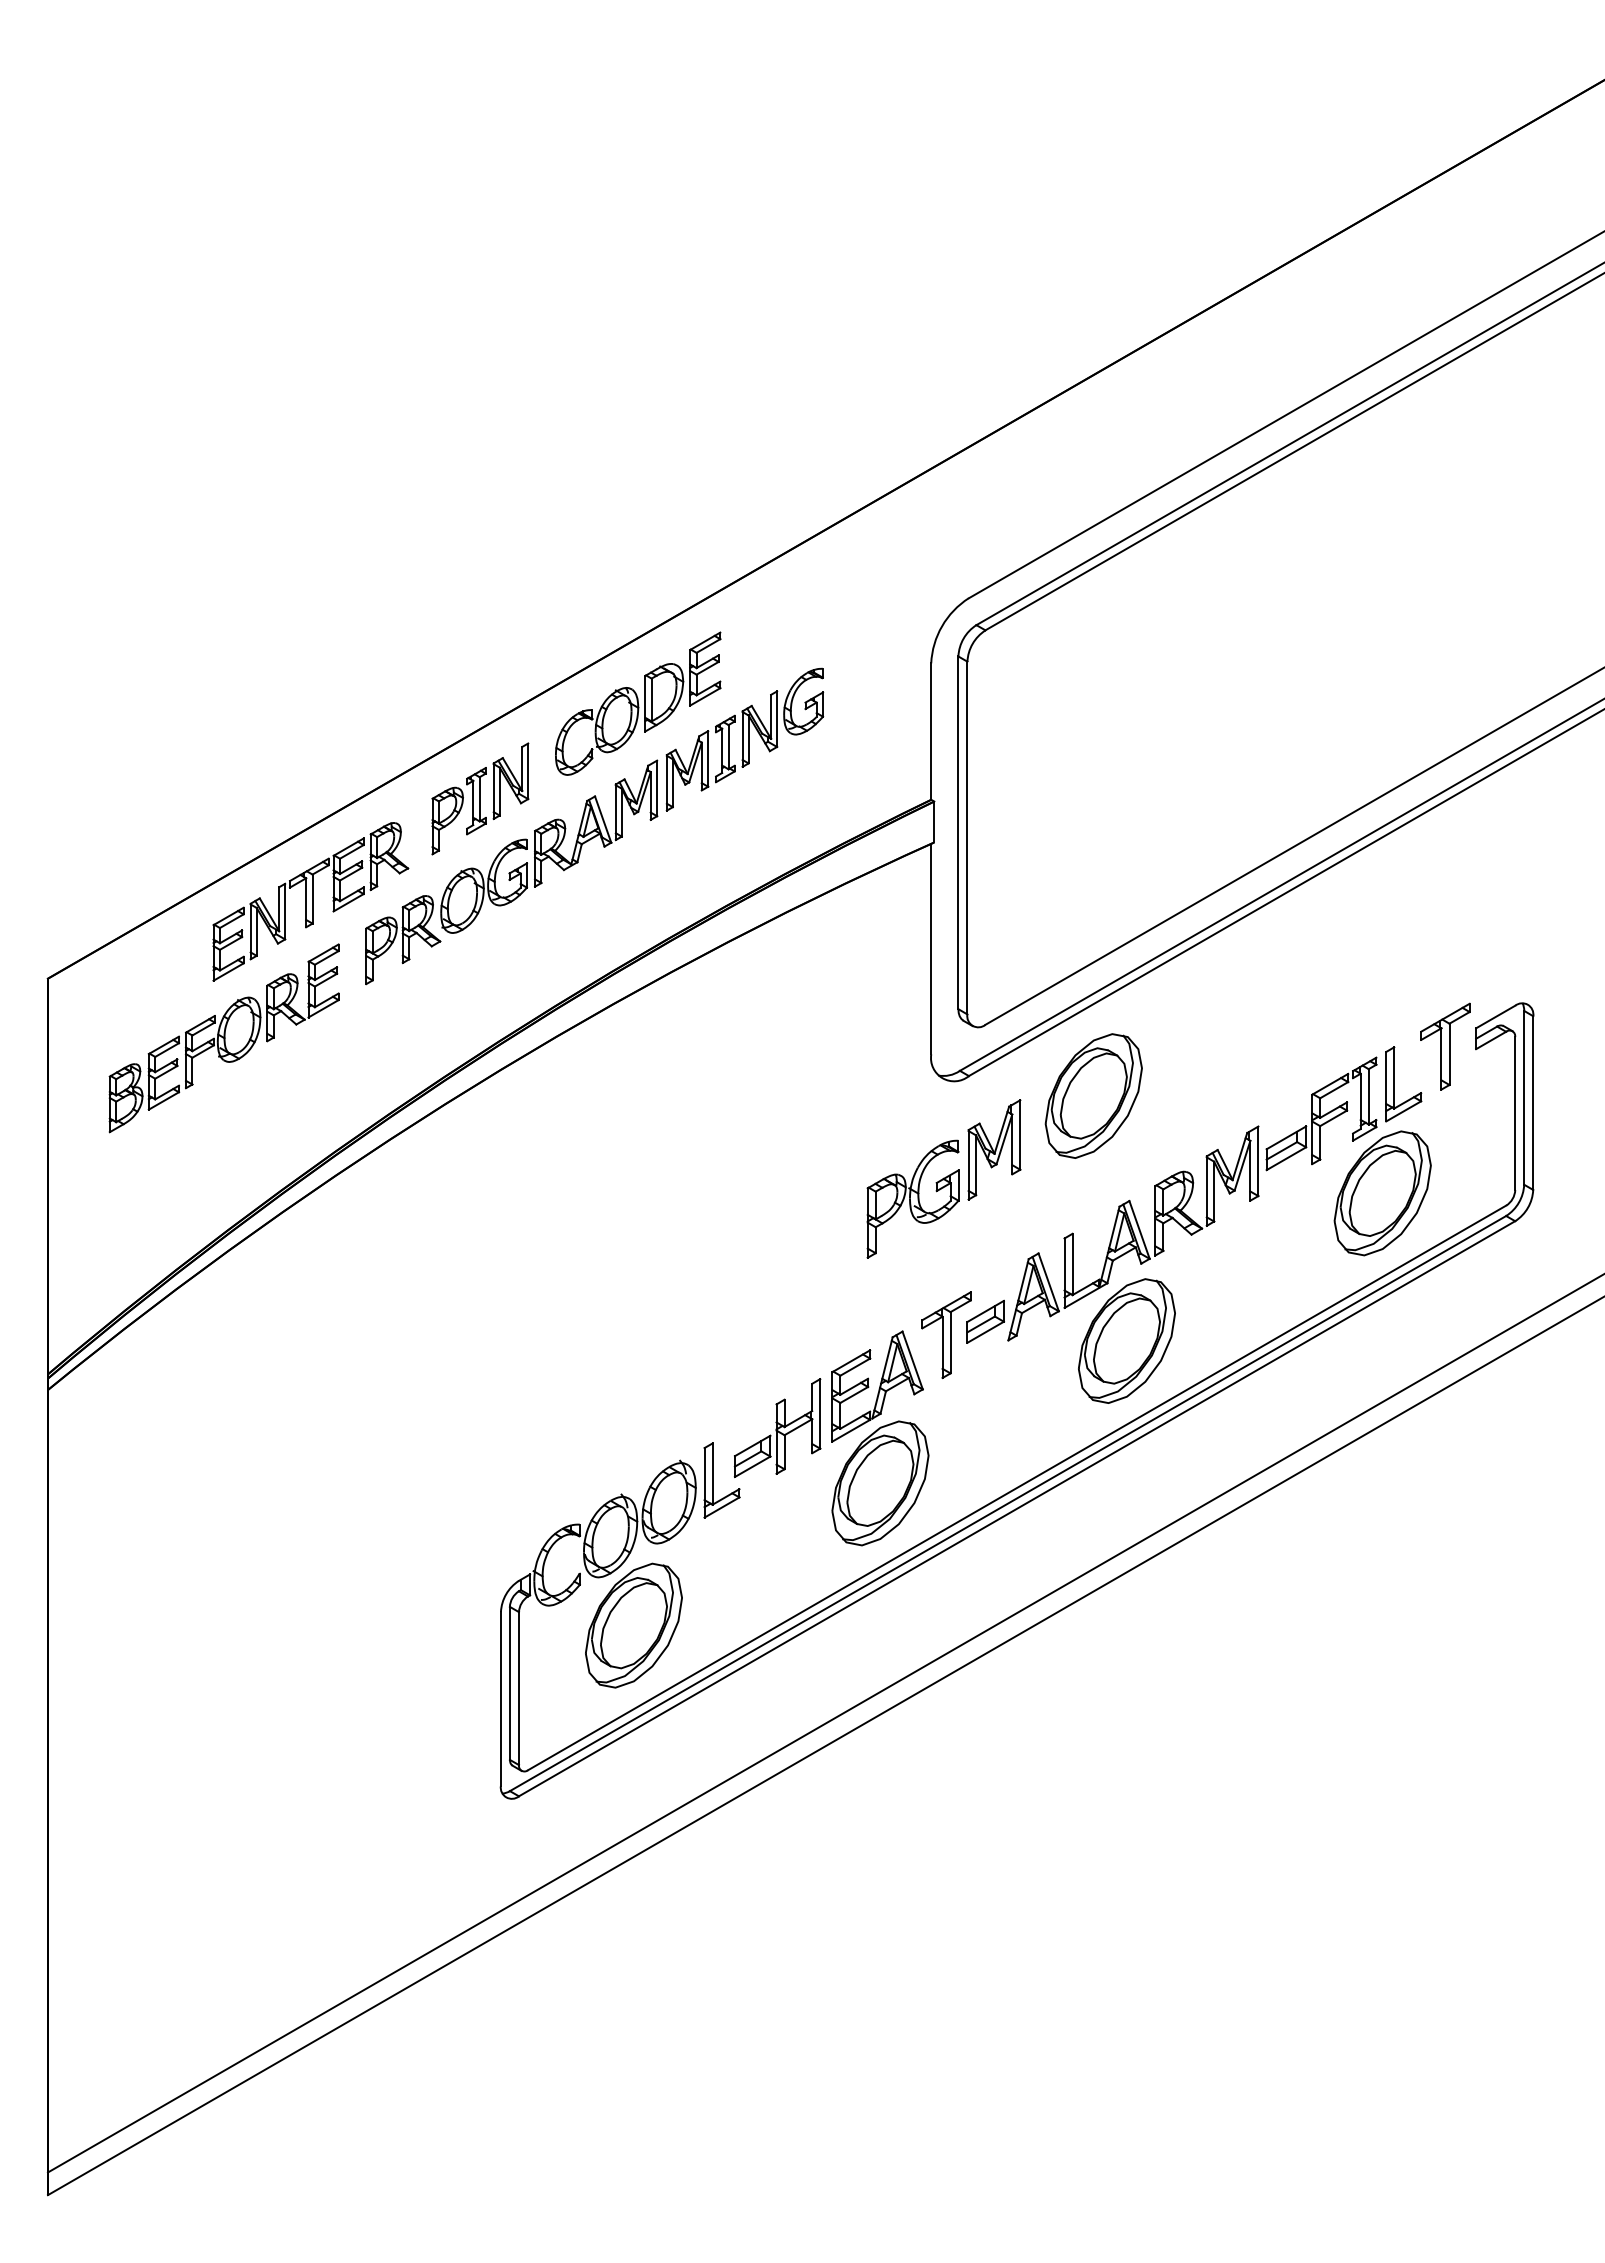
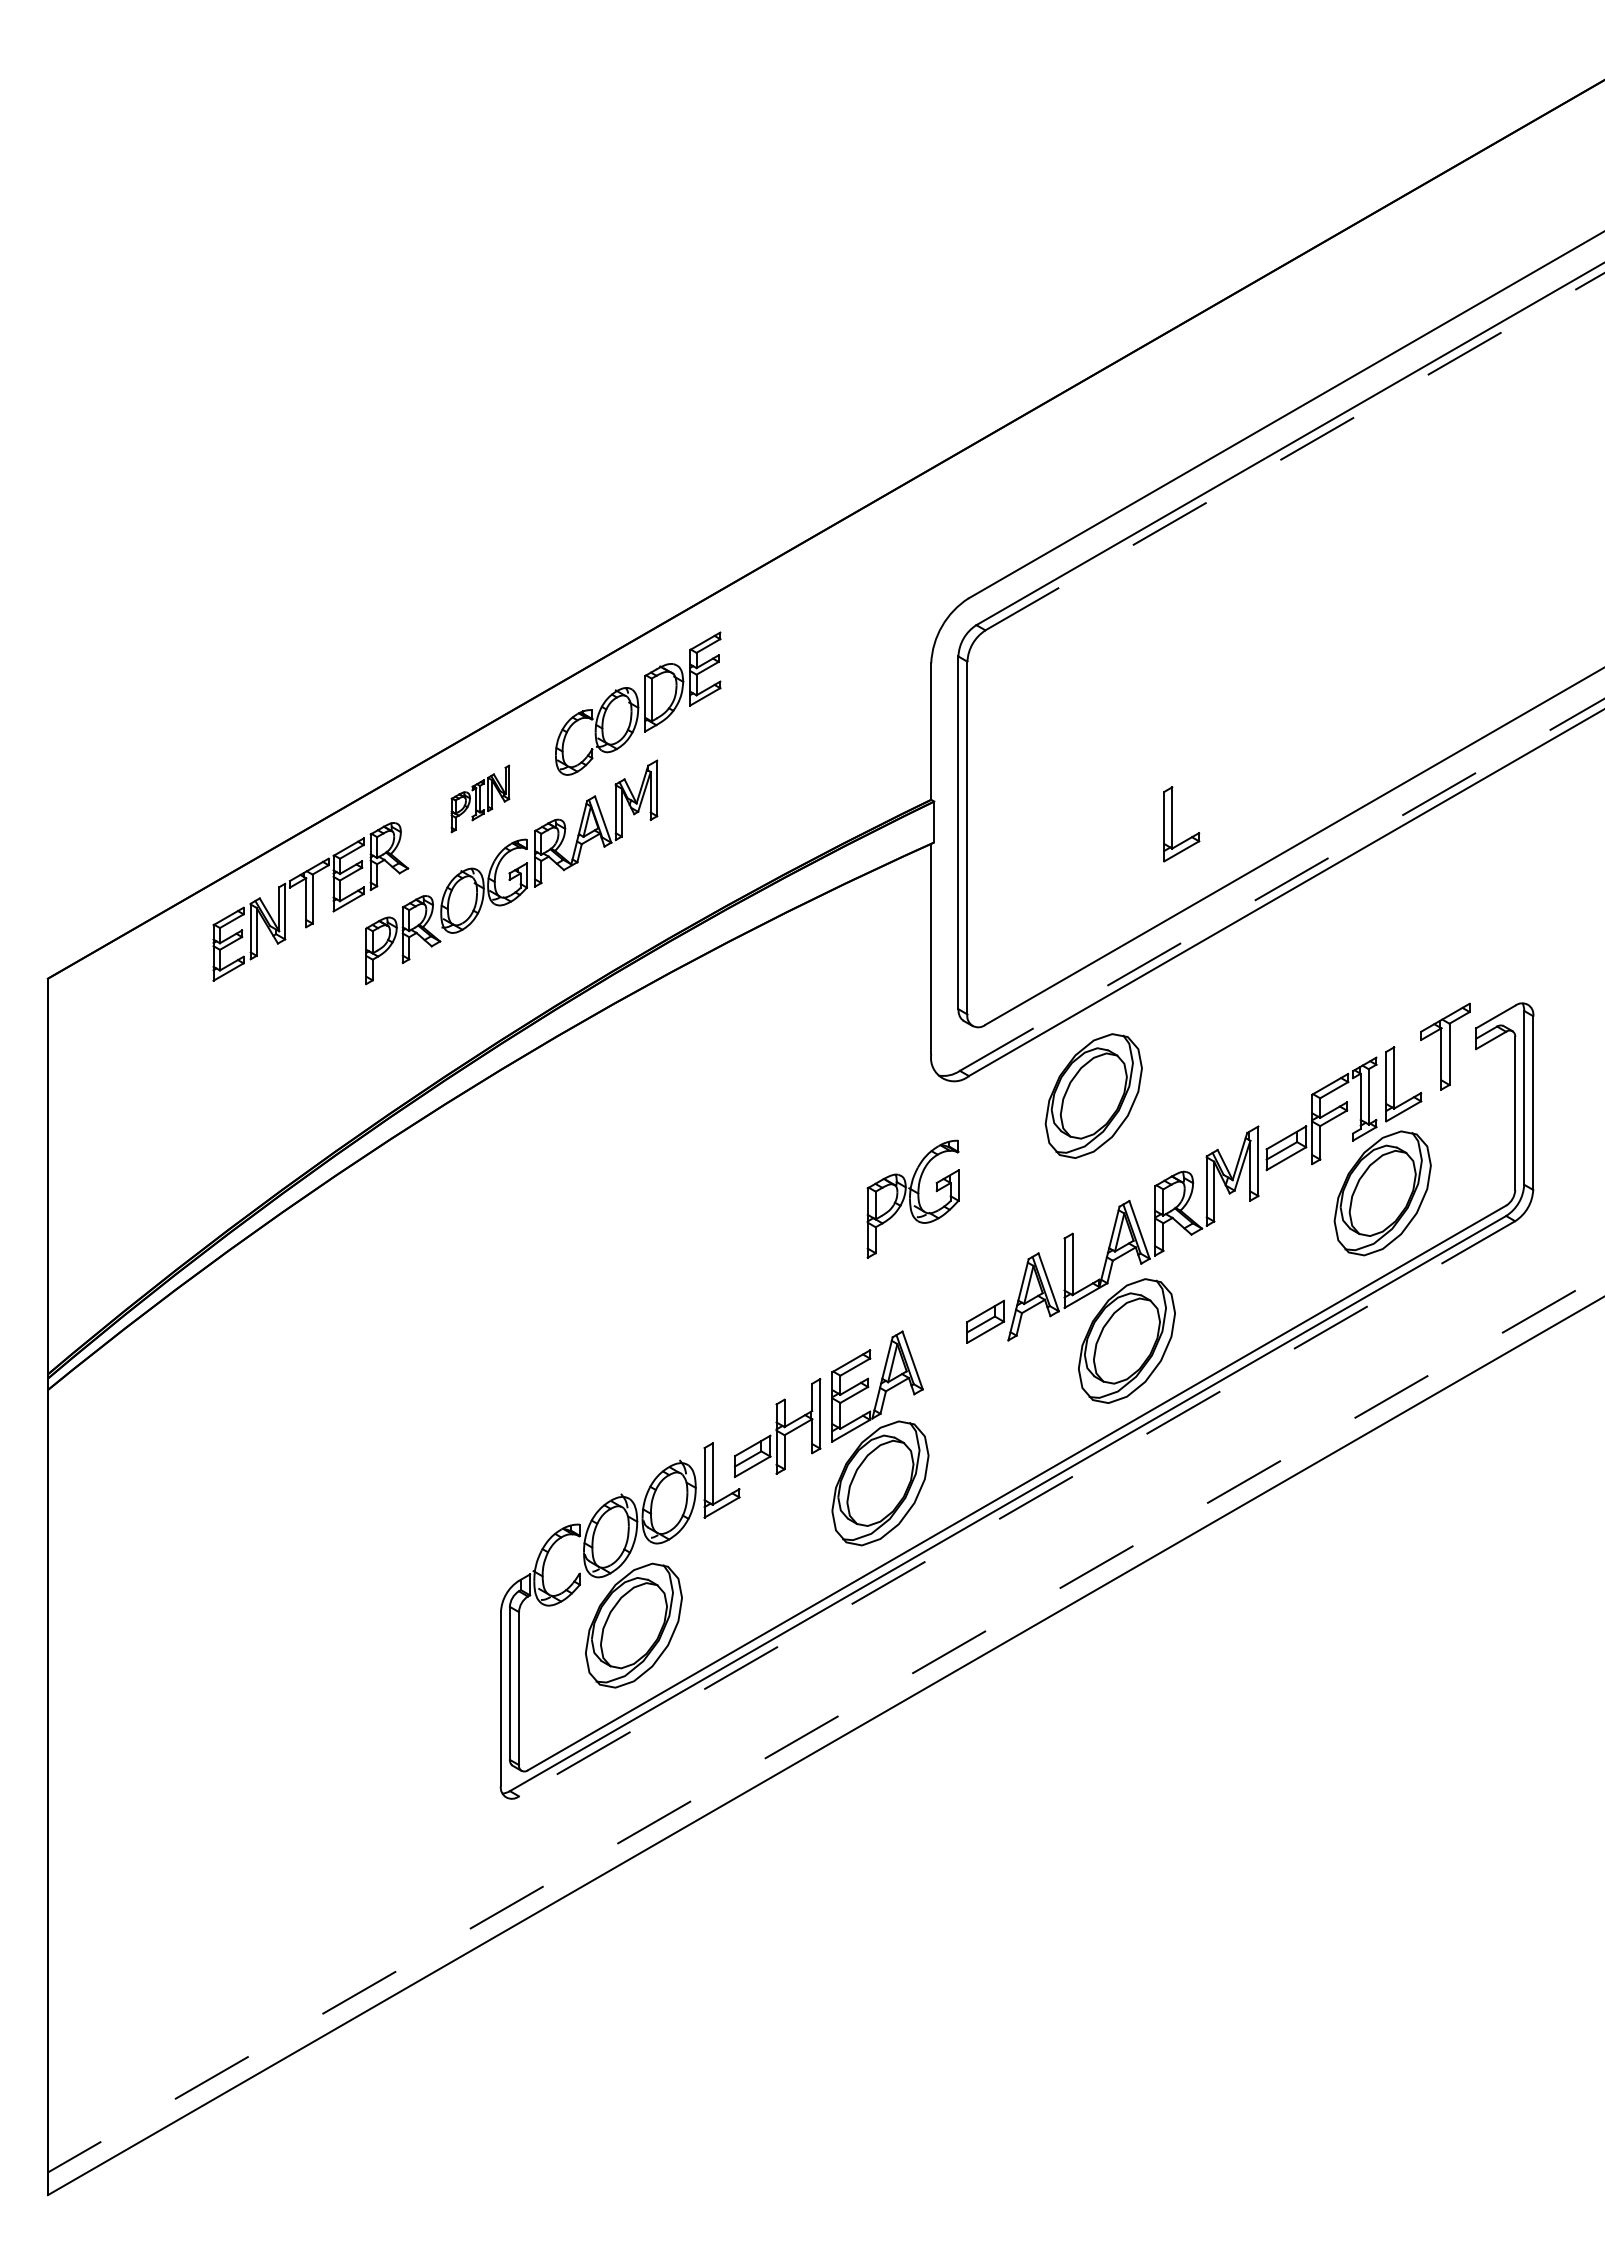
line at (1295, 451): solid -> dashed
part at (744, 739): present -> none
part at (480, 798) size: 99x114 px -> 61x70 px
part at (1172, 824): none -> present
line at (1282, 884): solid -> dashed
part at (223, 1038): present -> none
part at (994, 1149): present -> none
part at (946, 1335): present -> none
line at (1016, 1509): solid -> dashed
line at (826, 1723): solid -> dashed
